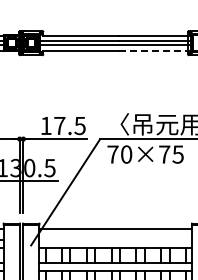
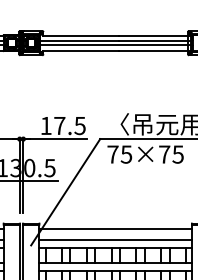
line at (155, 50): dashed -> solid
text at (126, 154): 70×75 -> 75×75
line at (115, 240): none -> present
